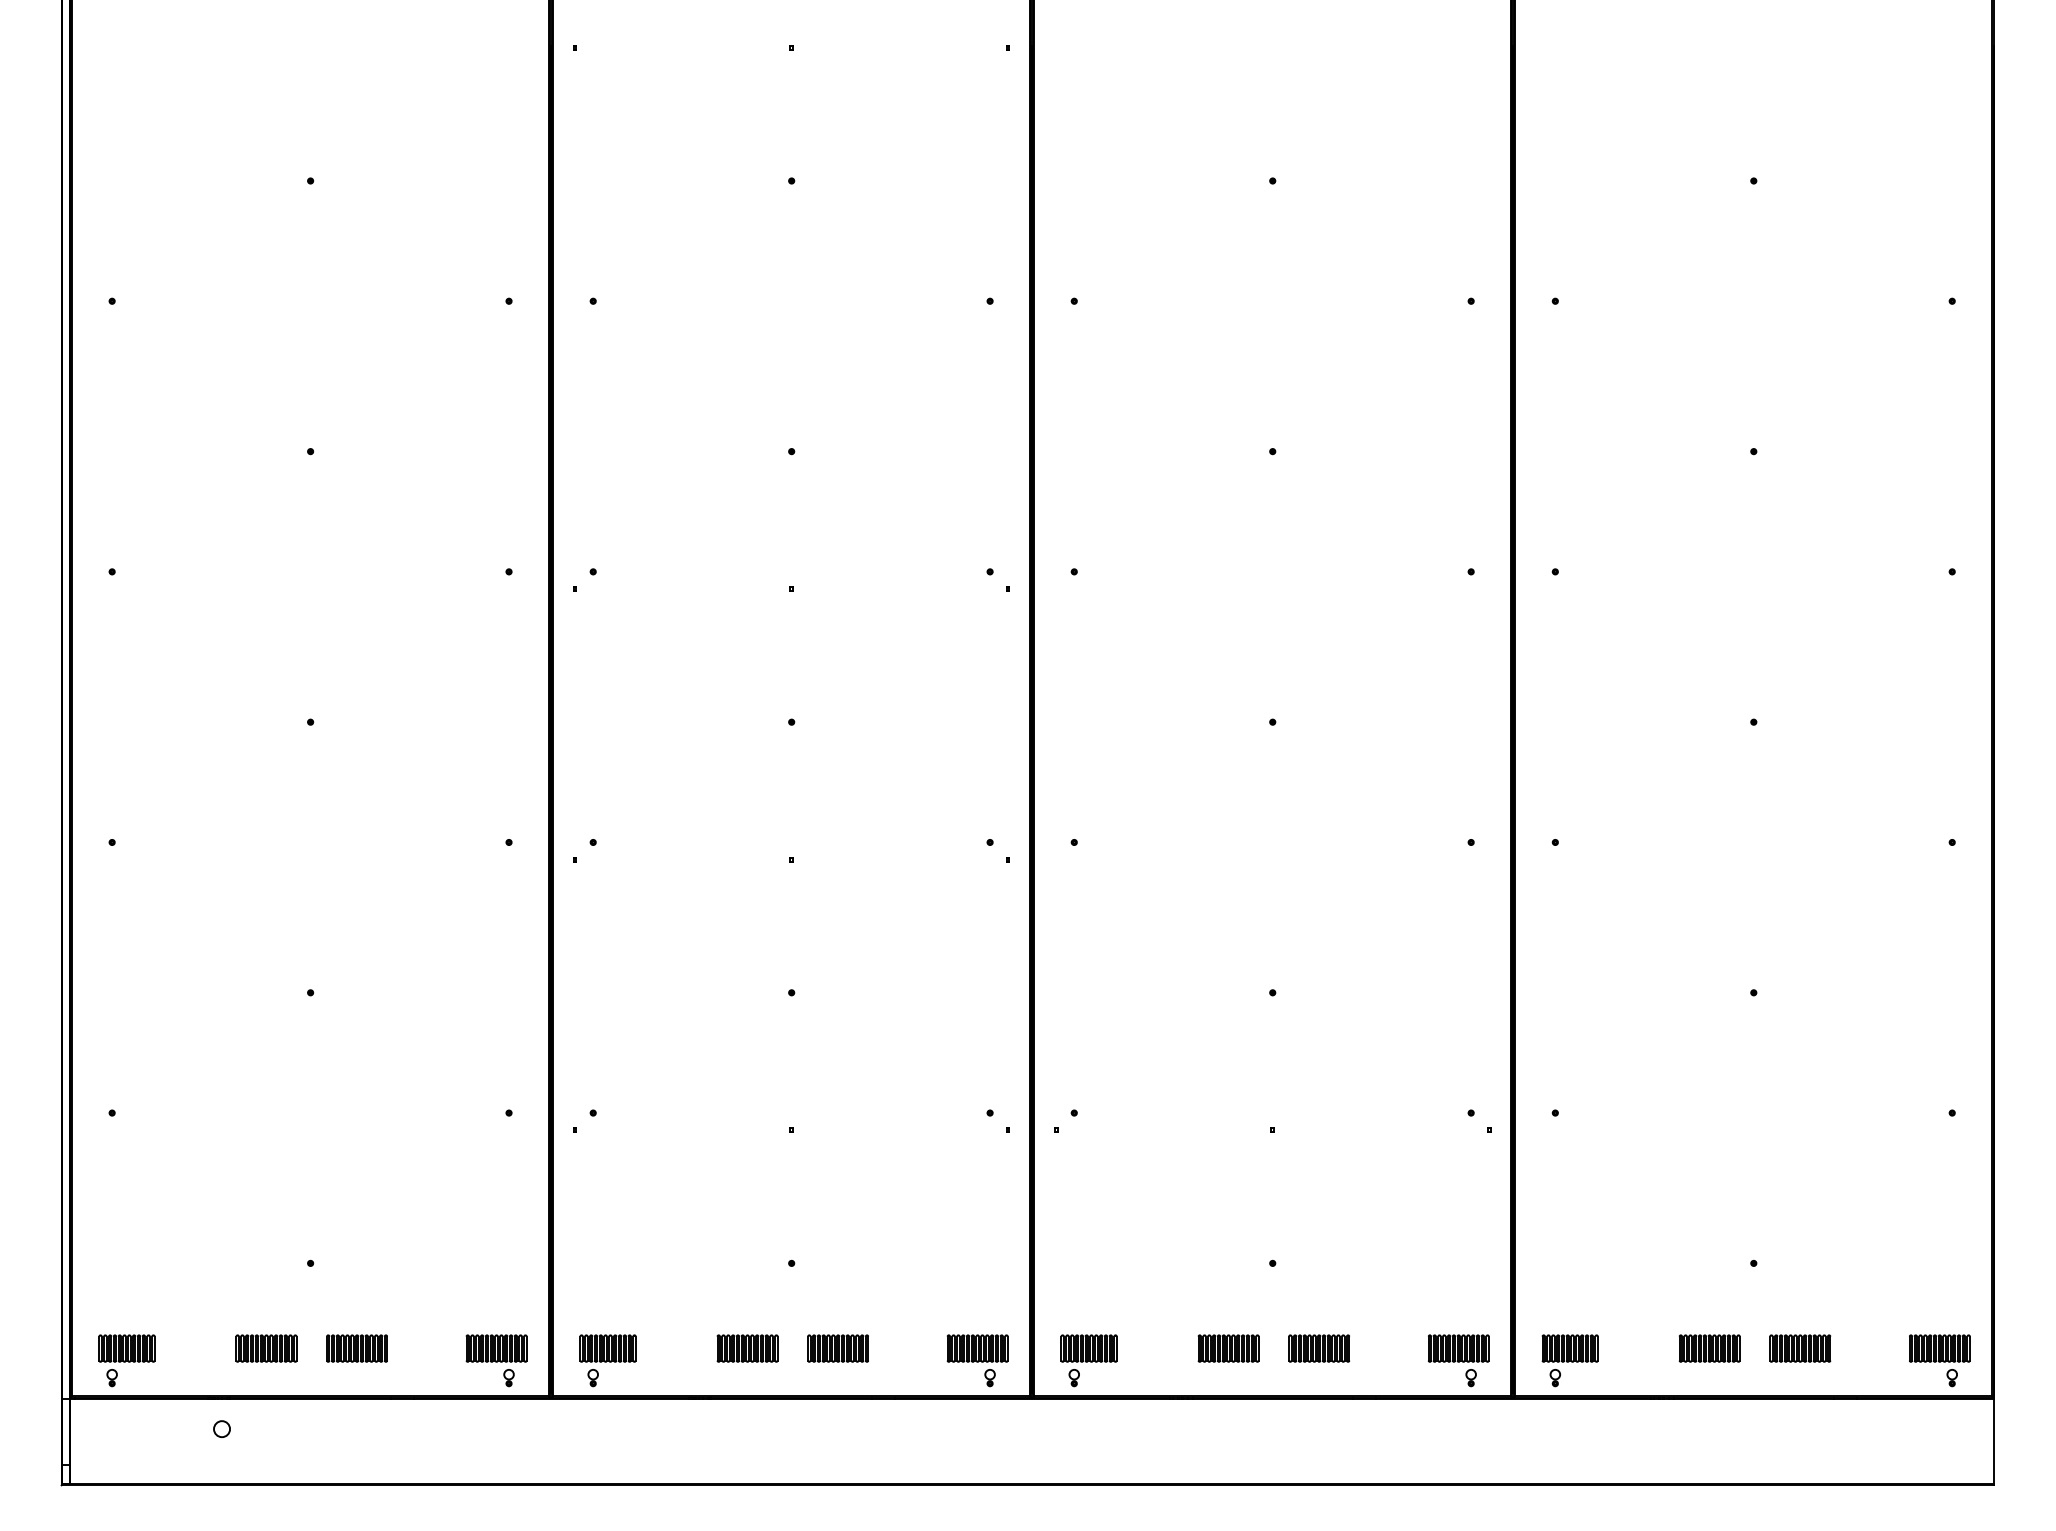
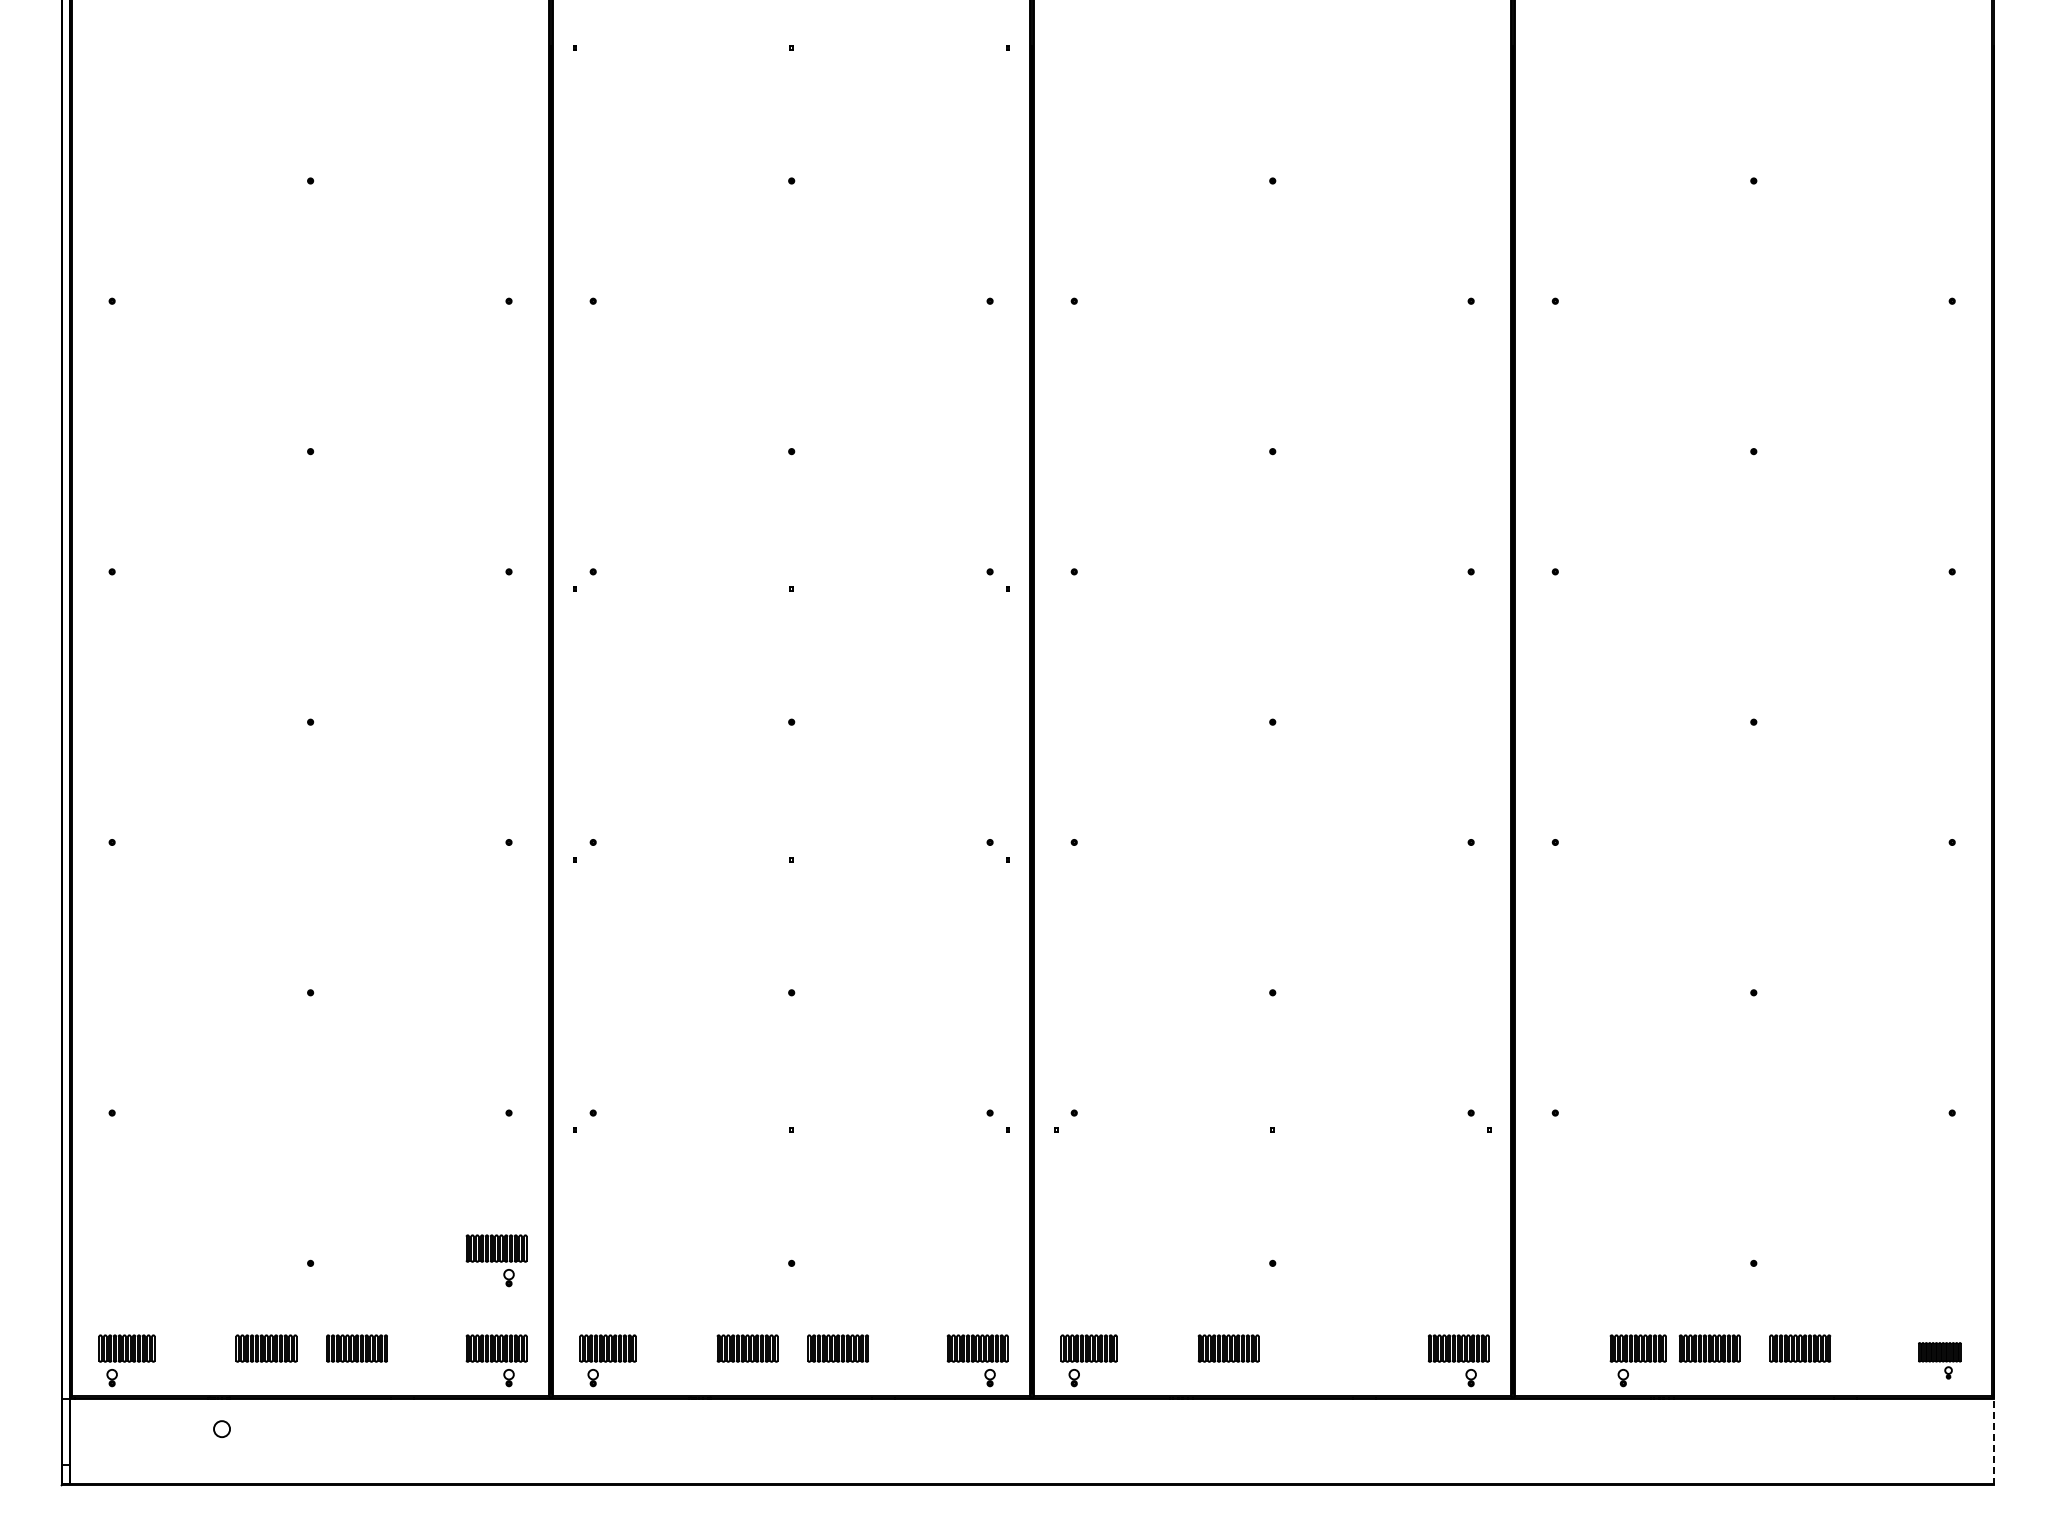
part at (496, 1260): none -> present
part at (1319, 1348): present -> none
part at (1569, 1360) position: (1569, 1360) -> (1637, 1360)
part at (1939, 1360) size: 62x54 px -> 44x38 px
line at (1994, 1439): solid -> dashed
